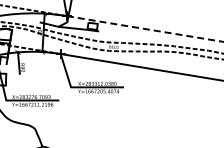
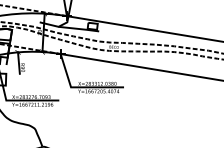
line at (145, 29): dashed -> solid
